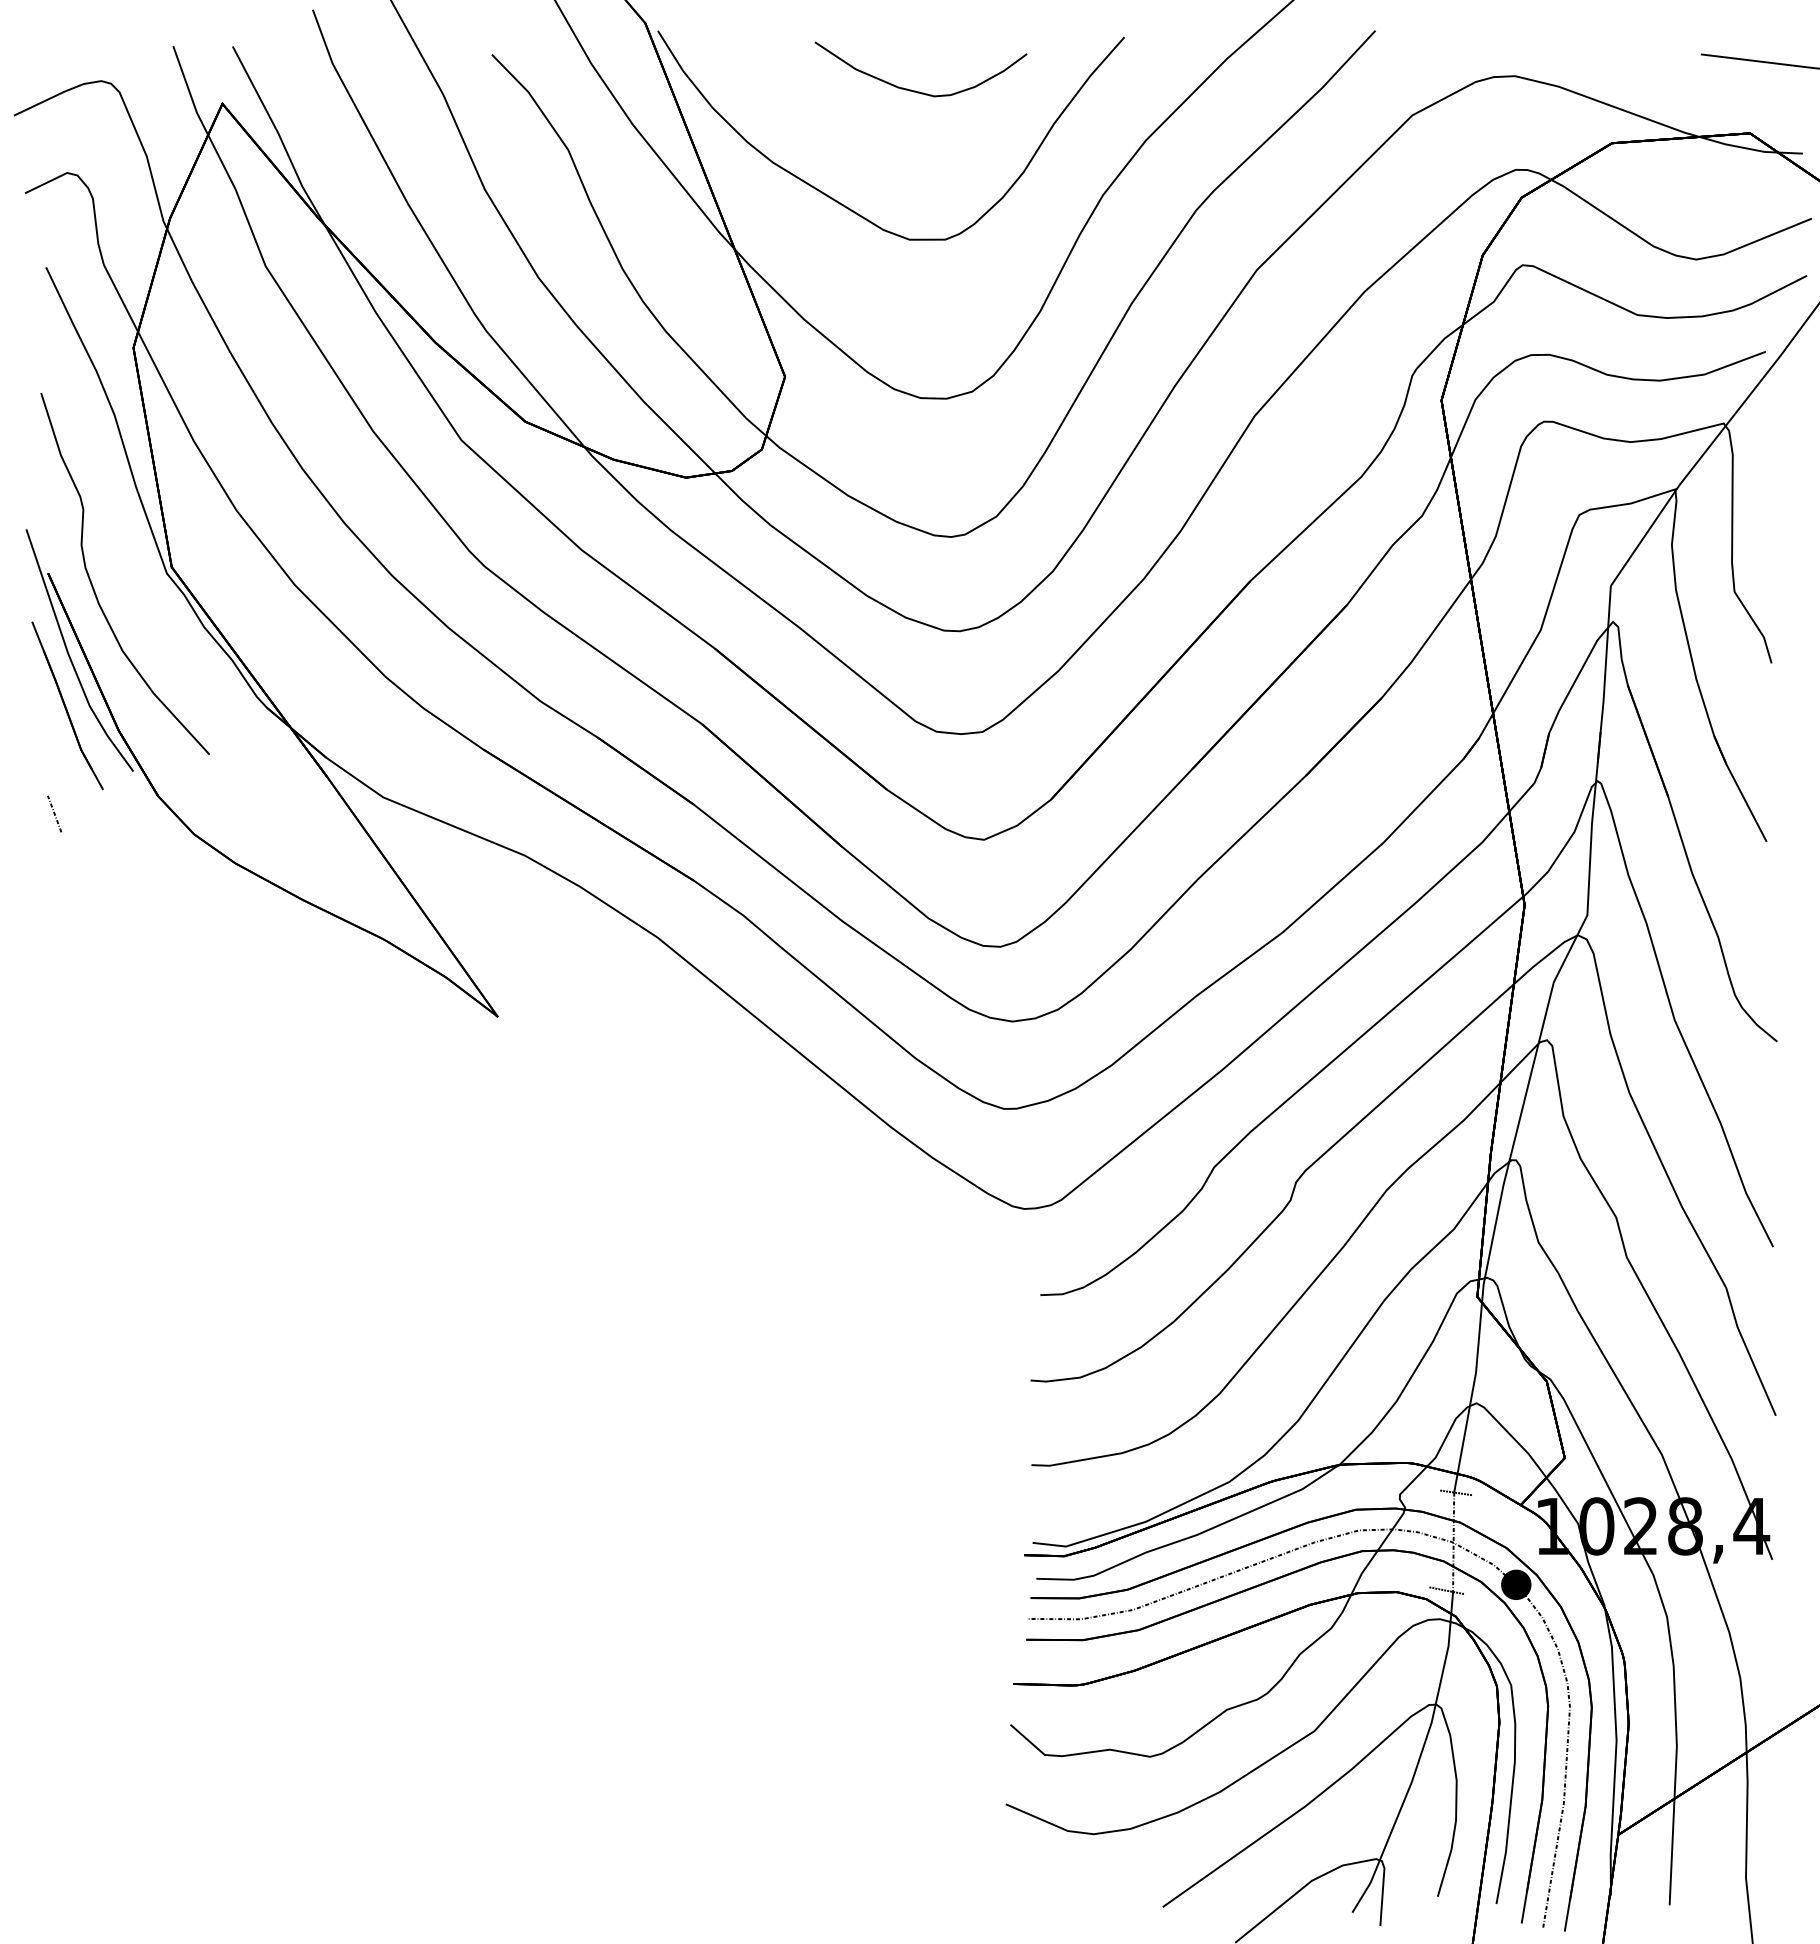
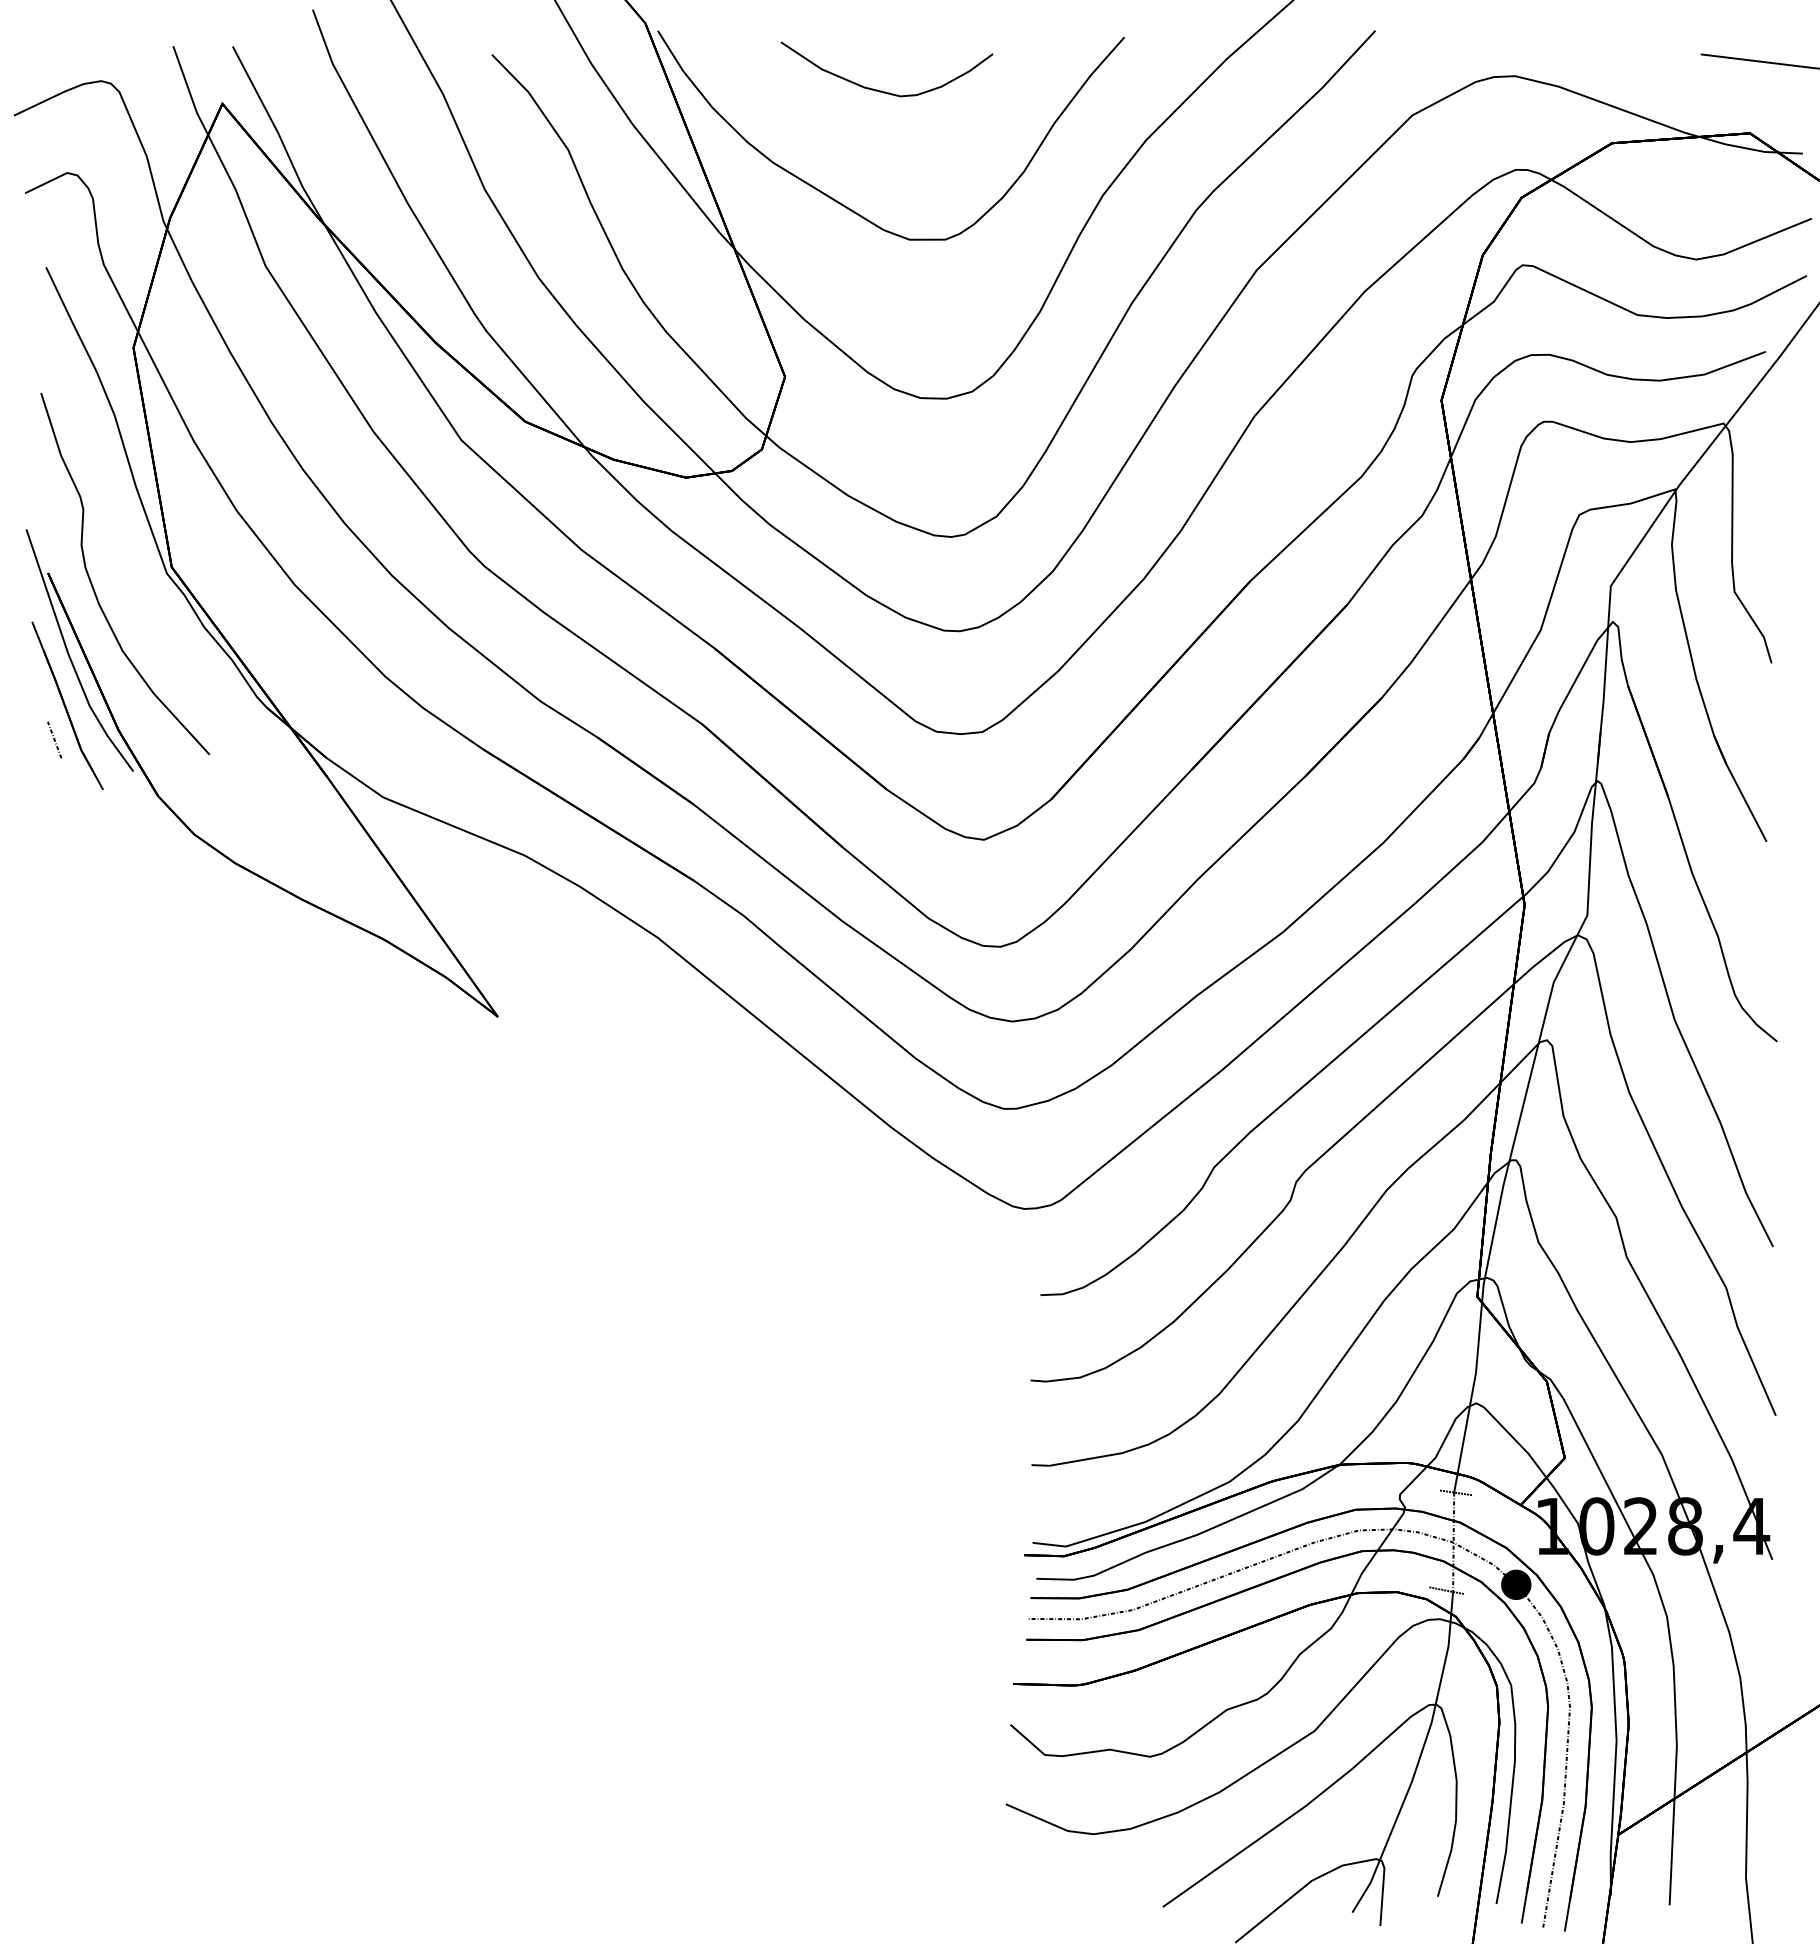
part at (915, 90) position: (915, 90) -> (881, 90)
line at (54, 813) position: (54, 813) -> (54, 739)
